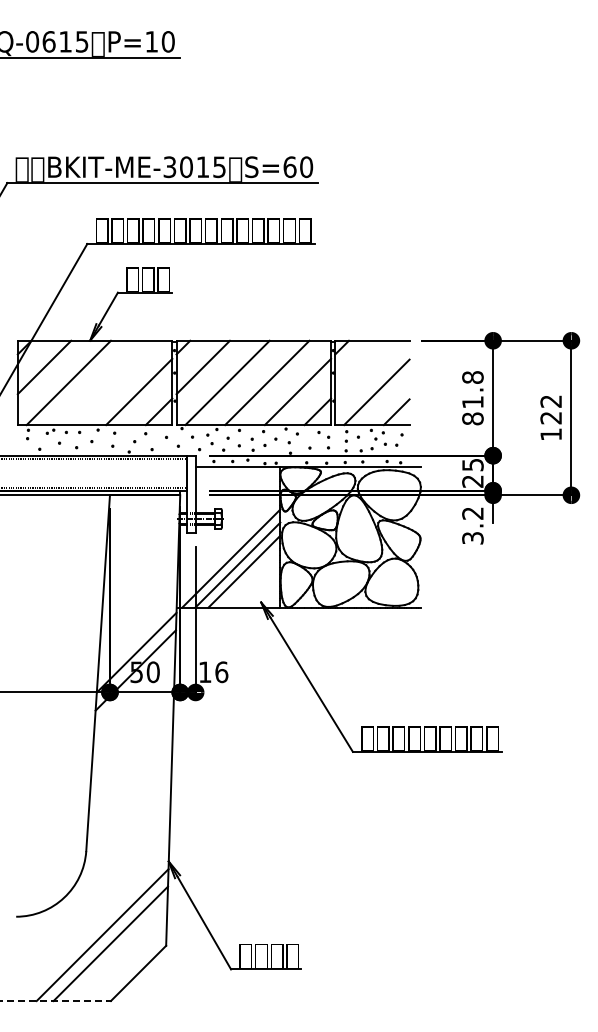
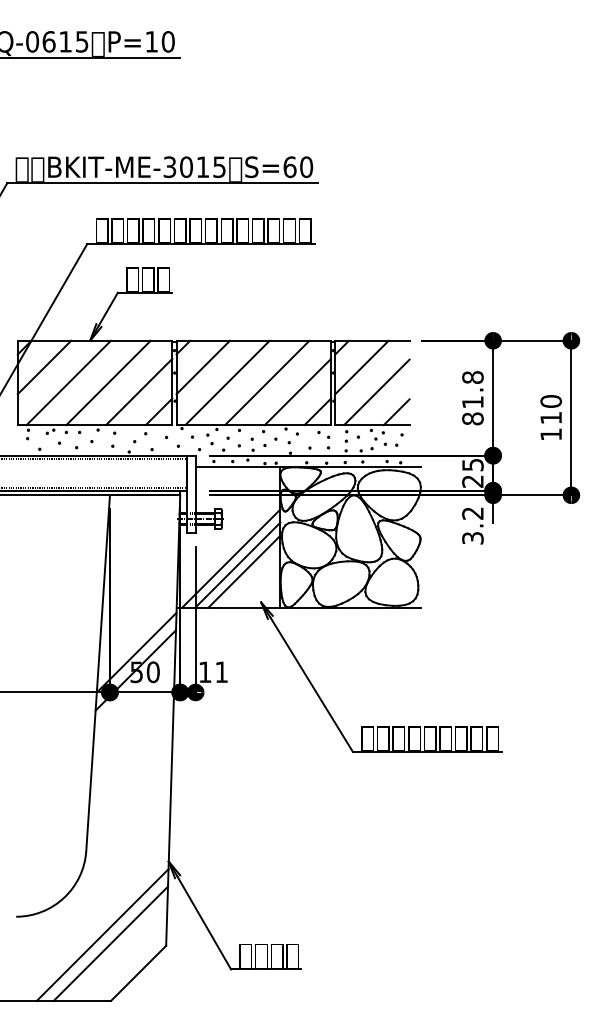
line at (361, 367): none -> present
line at (108, 382): none -> present
text at (551, 409): 122 -> 110
text at (221, 672): 16 -> 11
line at (54, 1001): dashed -> solid
